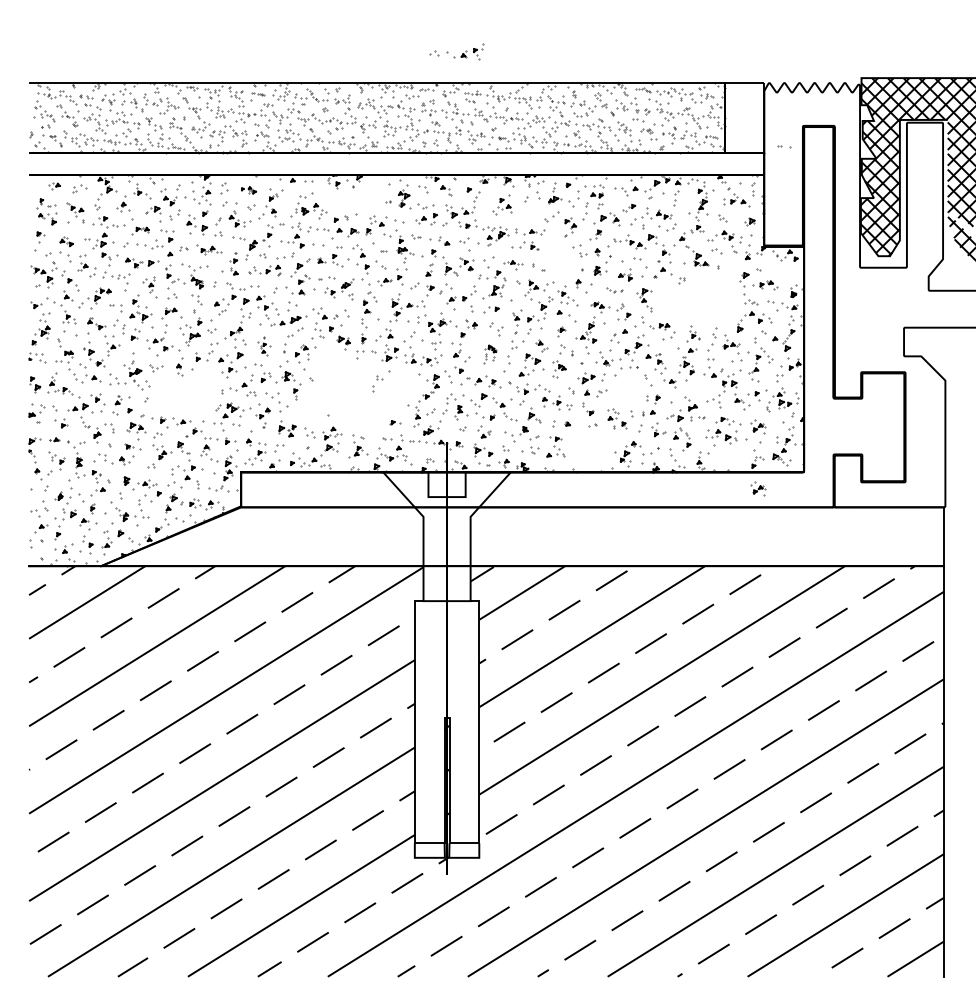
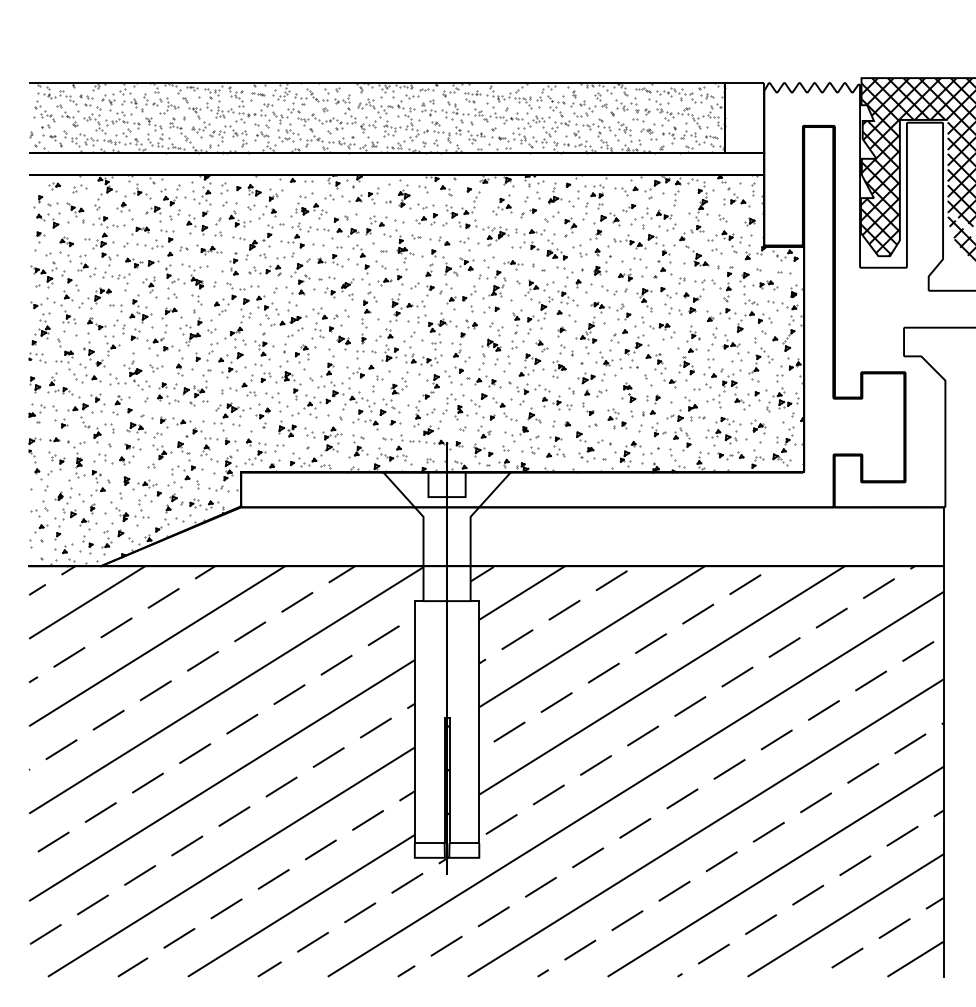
part at (456, 51) position: (456, 51) -> (351, 195)
part at (784, 146) position: (784, 146) -> (784, 272)
part at (249, 190) size: 17x9 px -> 26x13 px
part at (46, 211) size: 22x28 px -> 28x34 px
part at (528, 213): none -> present
part at (559, 255): none -> present
part at (614, 290) size: 18x7 px -> 27x11 px
part at (698, 293): none -> present
part at (264, 346) size: 15x21 px -> 21x29 px
part at (490, 354) size: 15x21 px -> 24x33 px
part at (702, 386): none -> present
part at (184, 387): none -> present
part at (349, 389): none -> present
part at (628, 392): none -> present
part at (593, 446): none -> present
part at (730, 455): none -> present
part at (758, 488): present -> none
